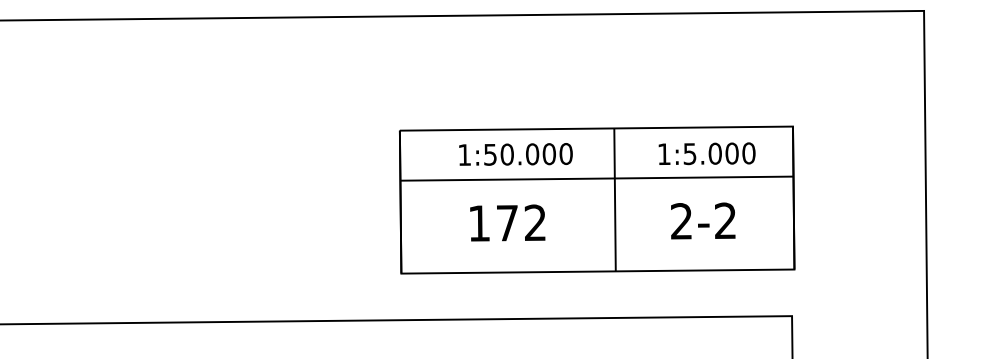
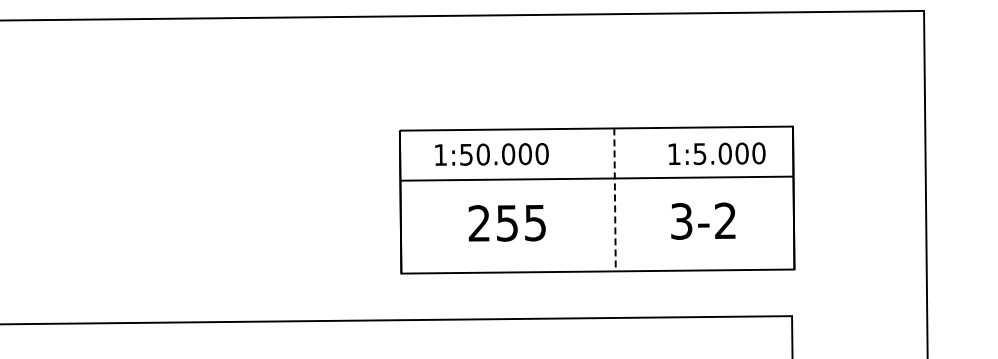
text at (706, 153) position: (706, 153) -> (716, 153)
text at (515, 154) position: (515, 154) -> (491, 154)
line at (615, 200): solid -> dashed
text at (681, 221): 2-2 -> 3-2
text at (506, 222): 172 -> 255
